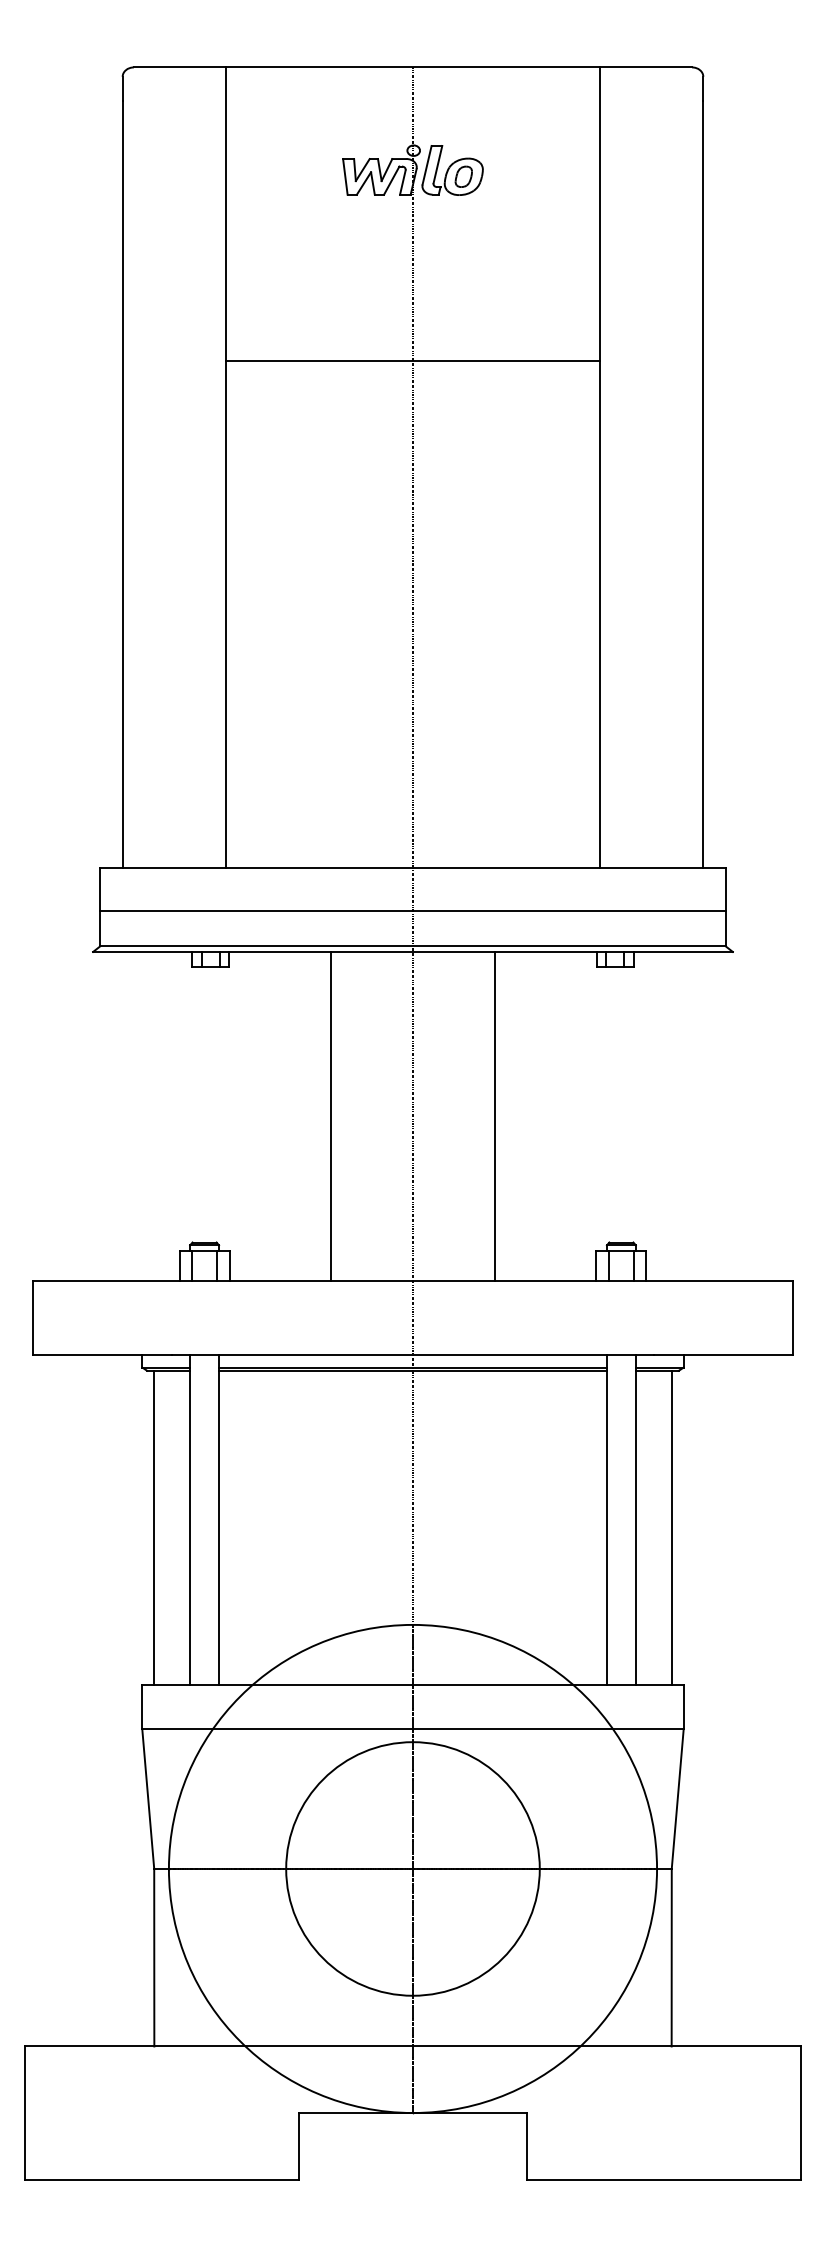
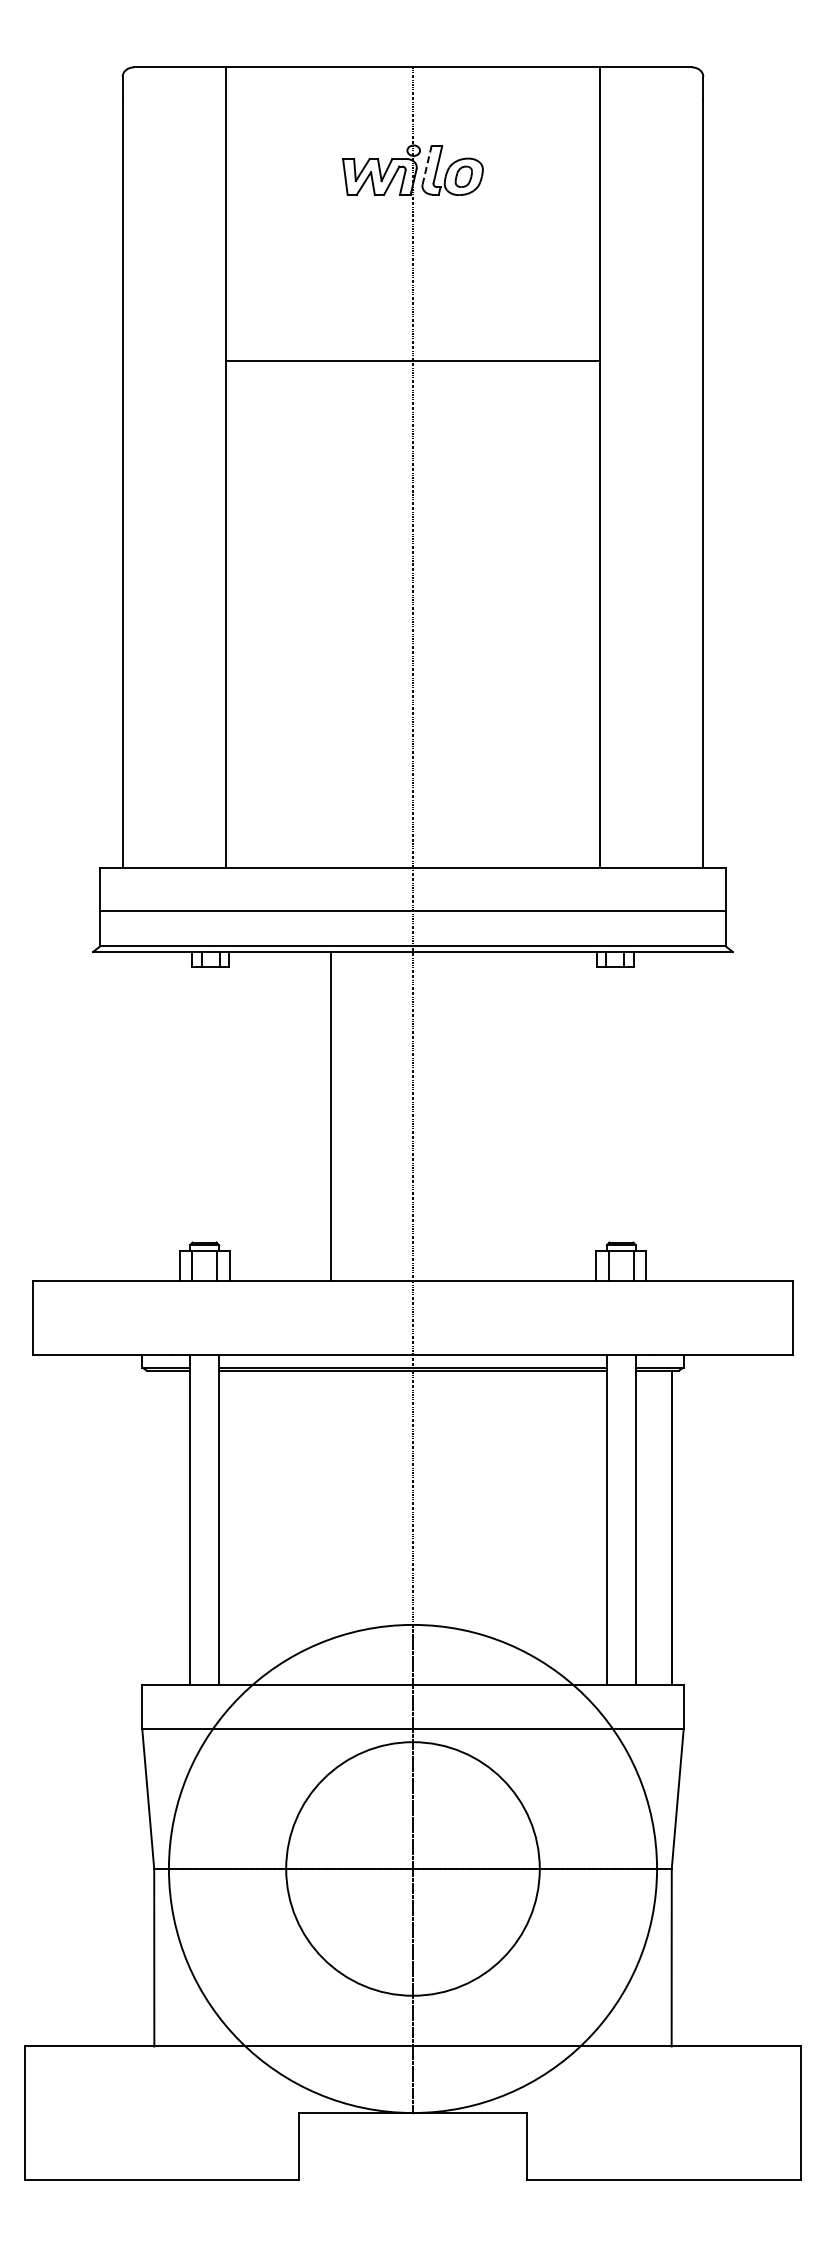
line at (427, 165): solid -> dashed
line at (494, 1115): present -> none
line at (154, 1527): present -> none
